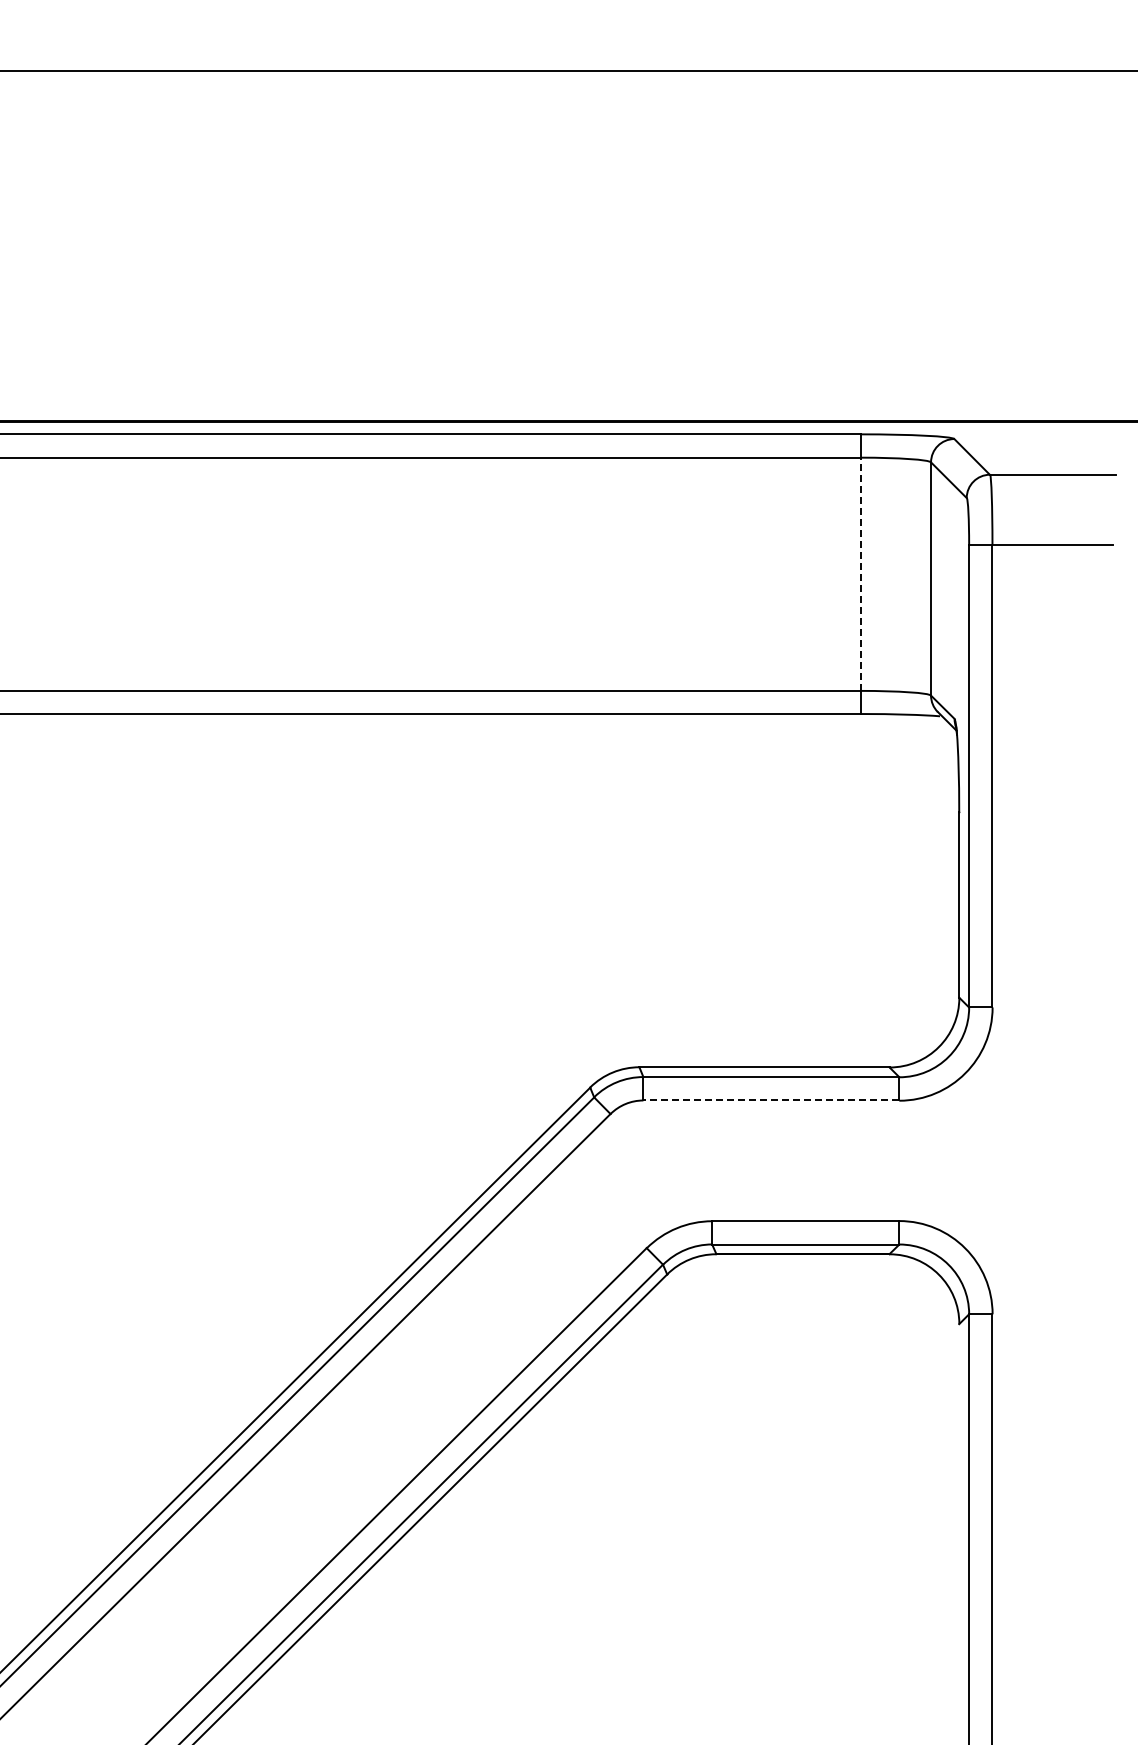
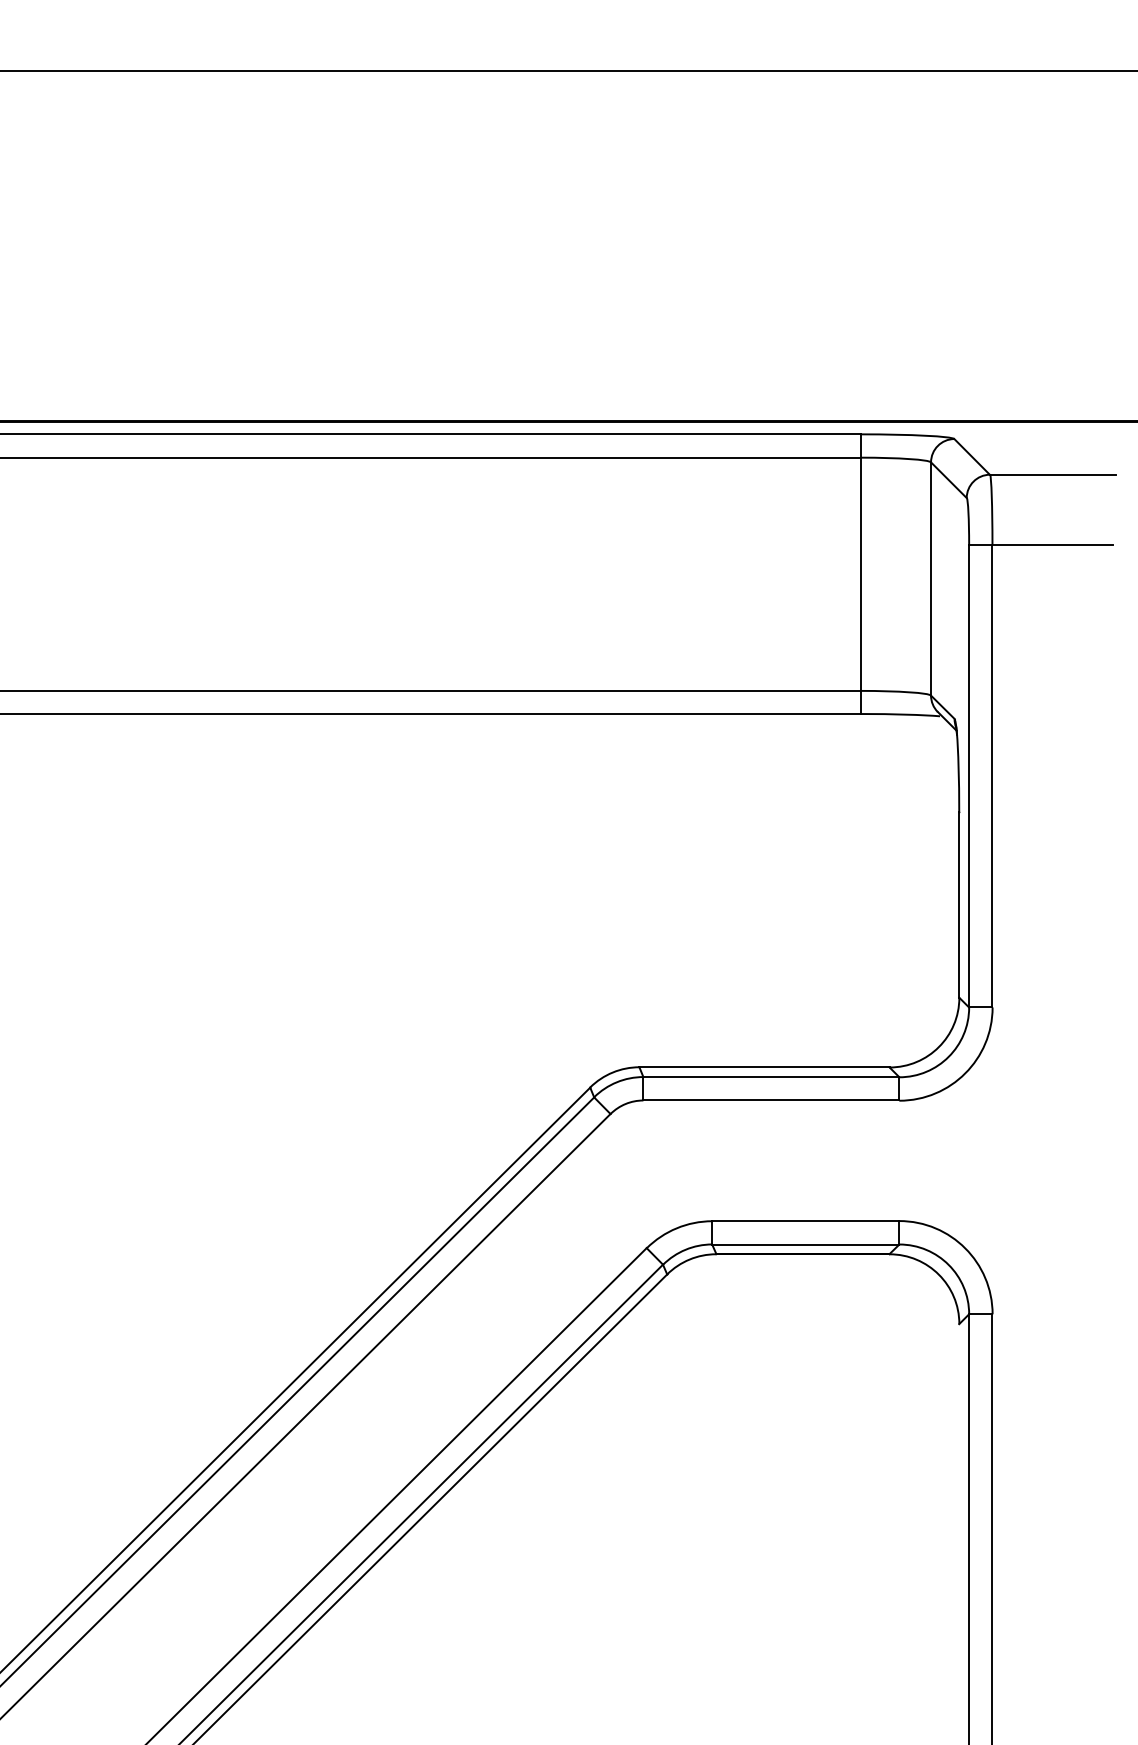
line at (861, 574): dashed -> solid
line at (771, 1100): dashed -> solid
